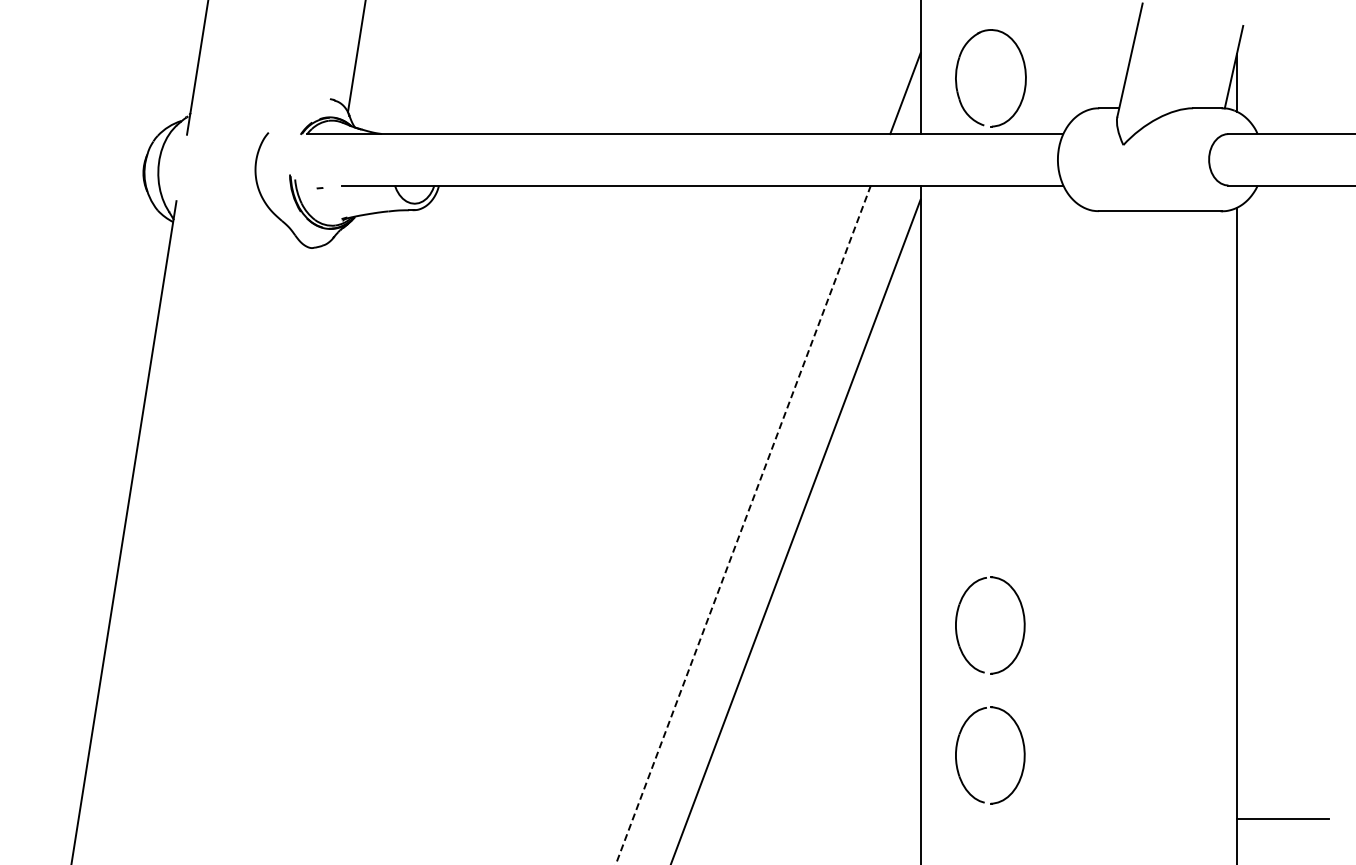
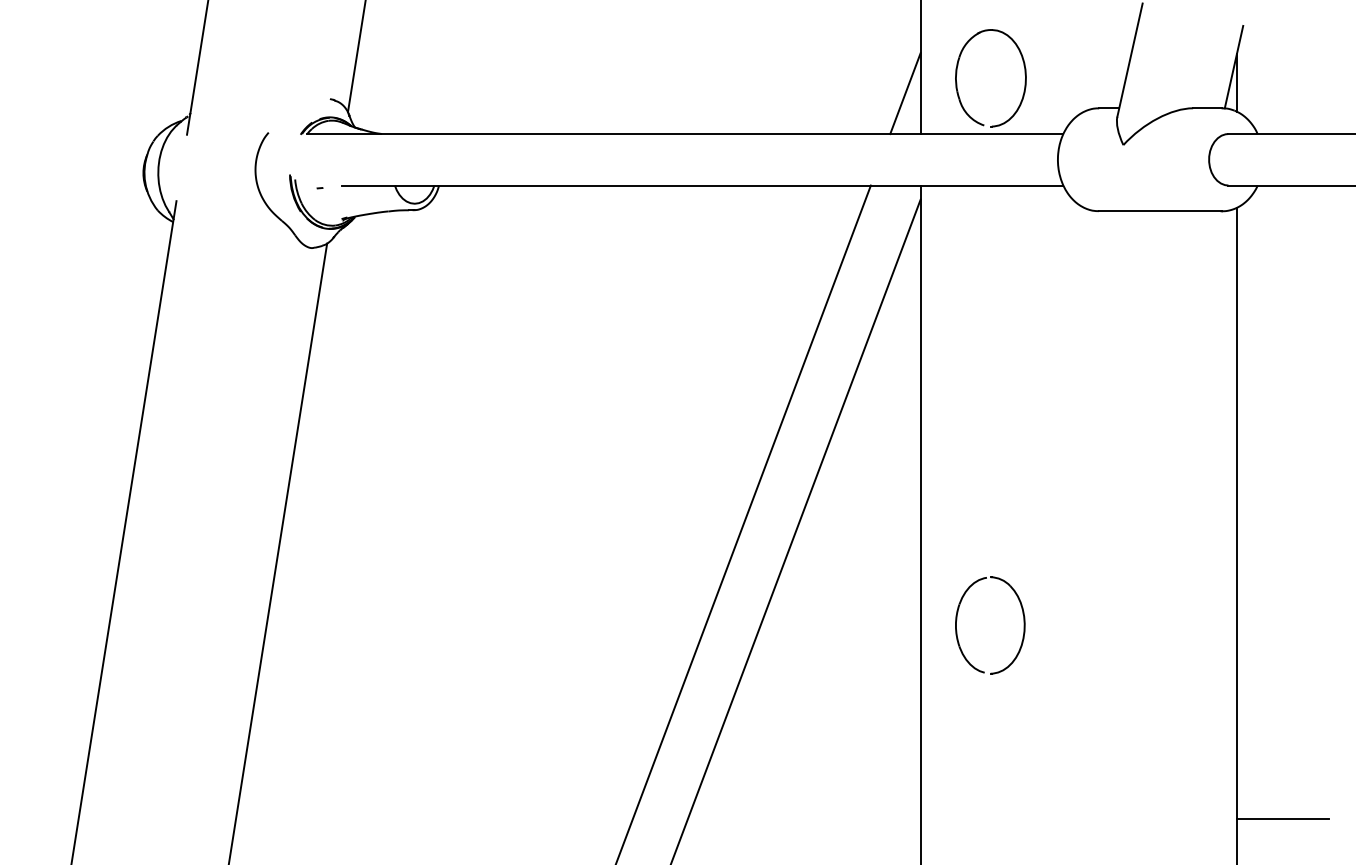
line at (743, 525): dashed -> solid
line at (278, 552): none -> present
part at (1023, 755): present -> none
